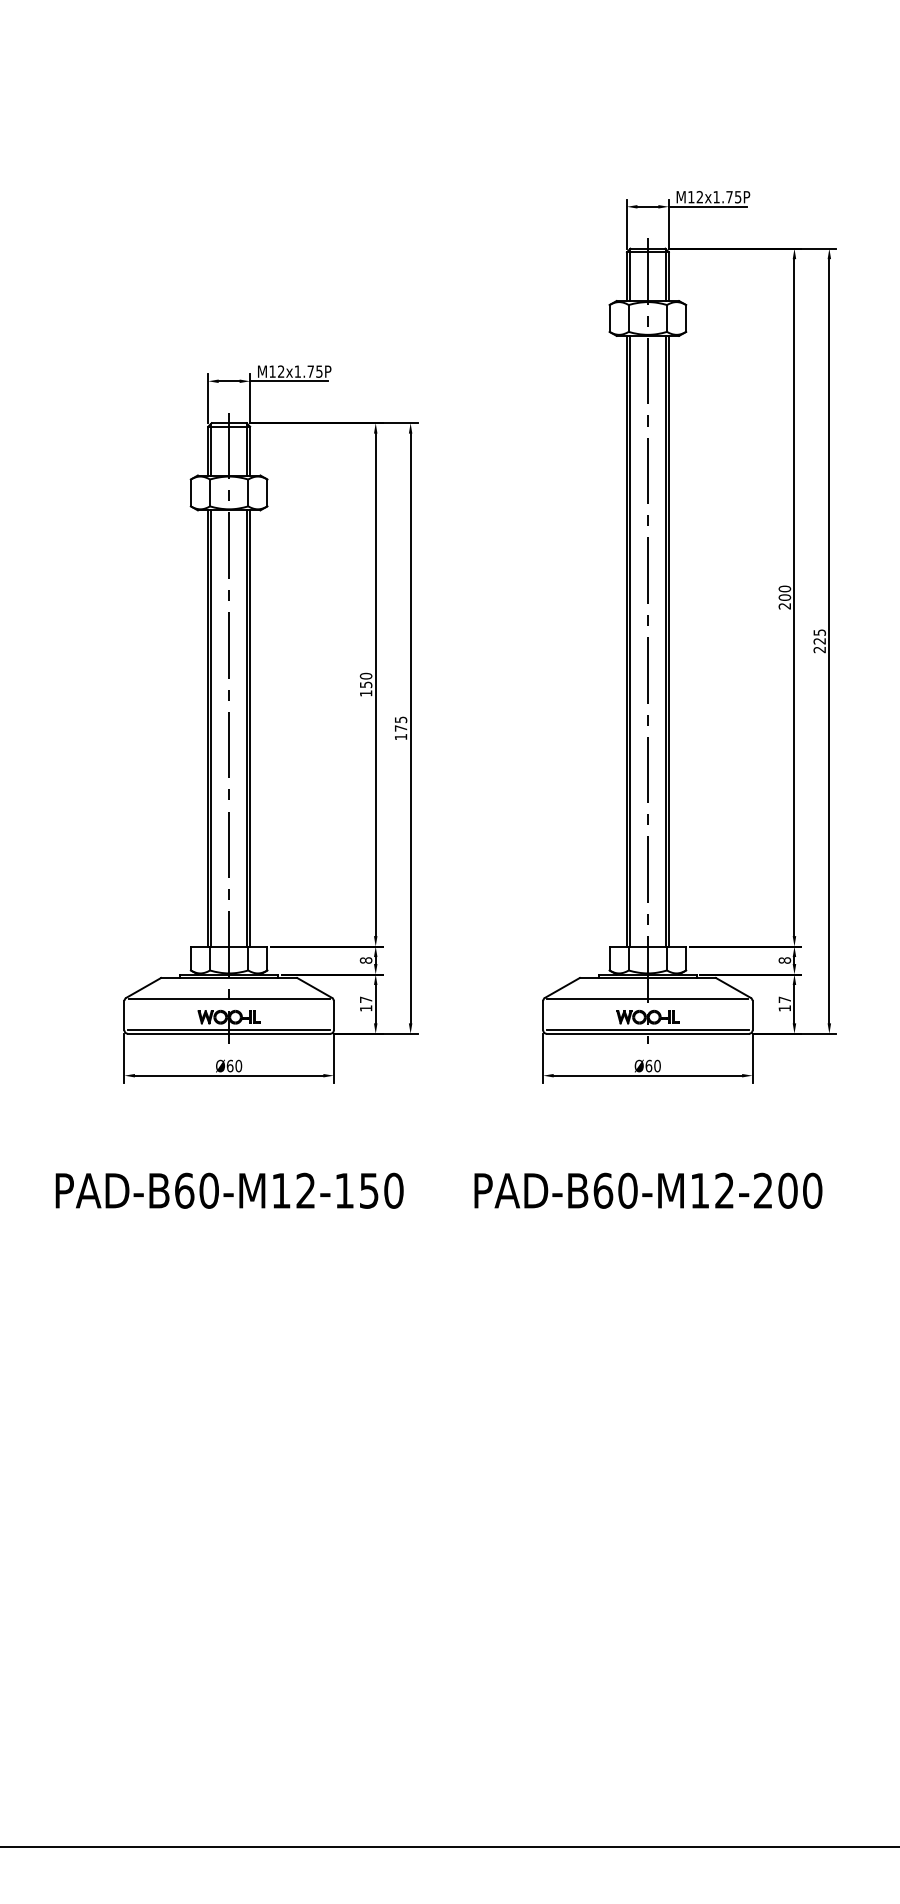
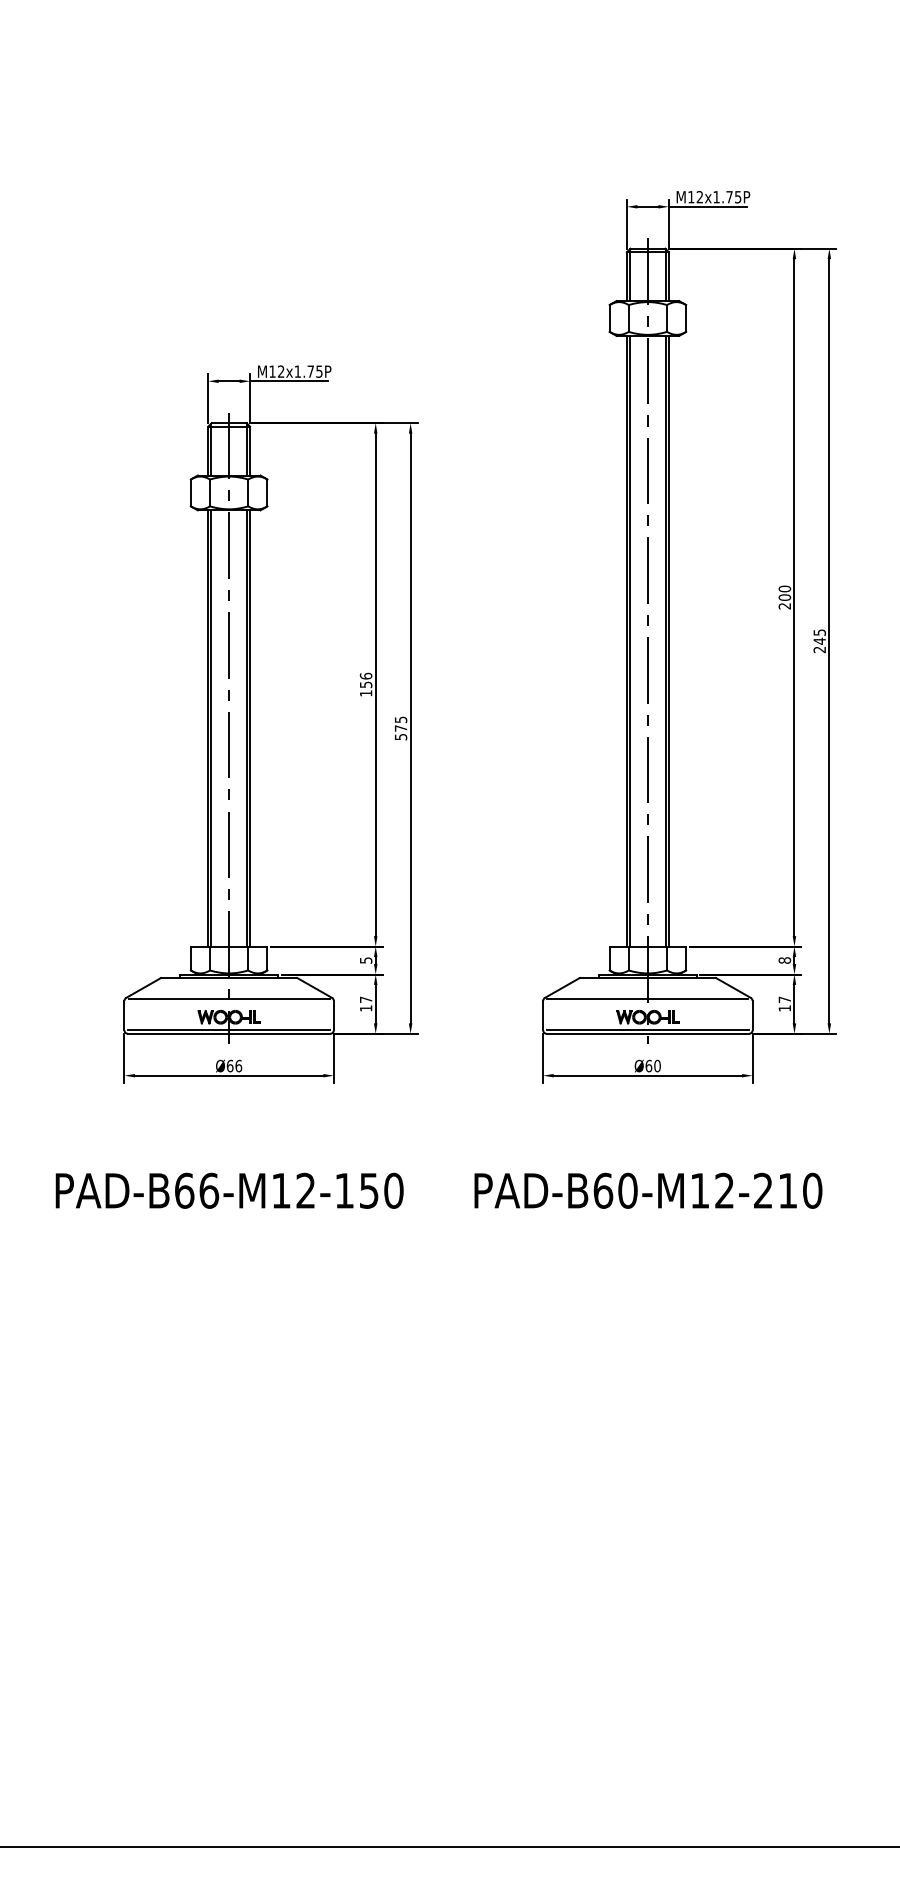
text at (819, 640): 225 -> 245
text at (365, 675): 150 -> 156
text at (401, 737): 175 -> 575
text at (365, 960): 8 -> 5
text at (238, 1065): Ø60 -> Ø66
text at (209, 1190): PAD-B60-M12-150 -> PAD-B66-M12-150
text at (787, 1190): PAD-B60-M12-200 -> PAD-B60-M12-210
